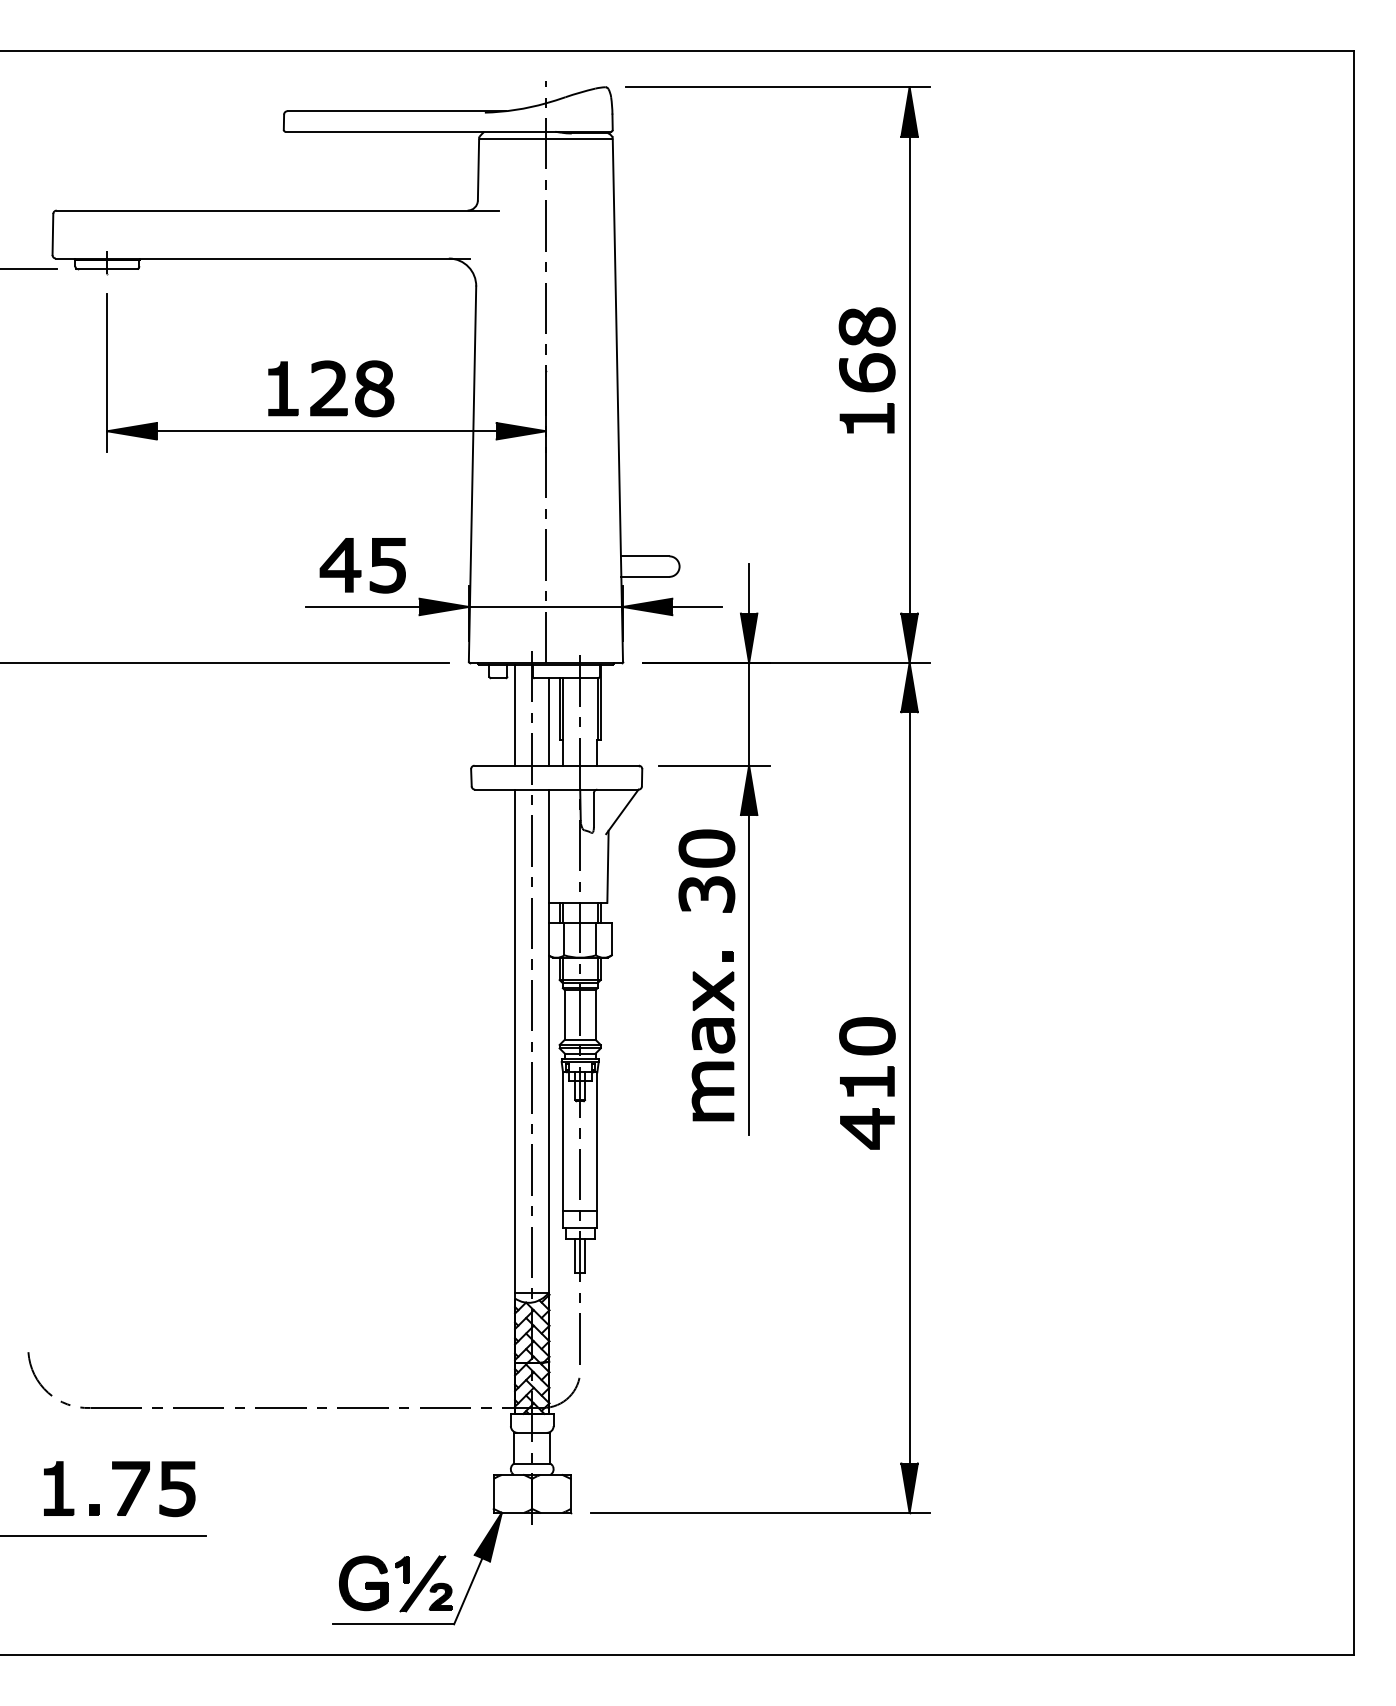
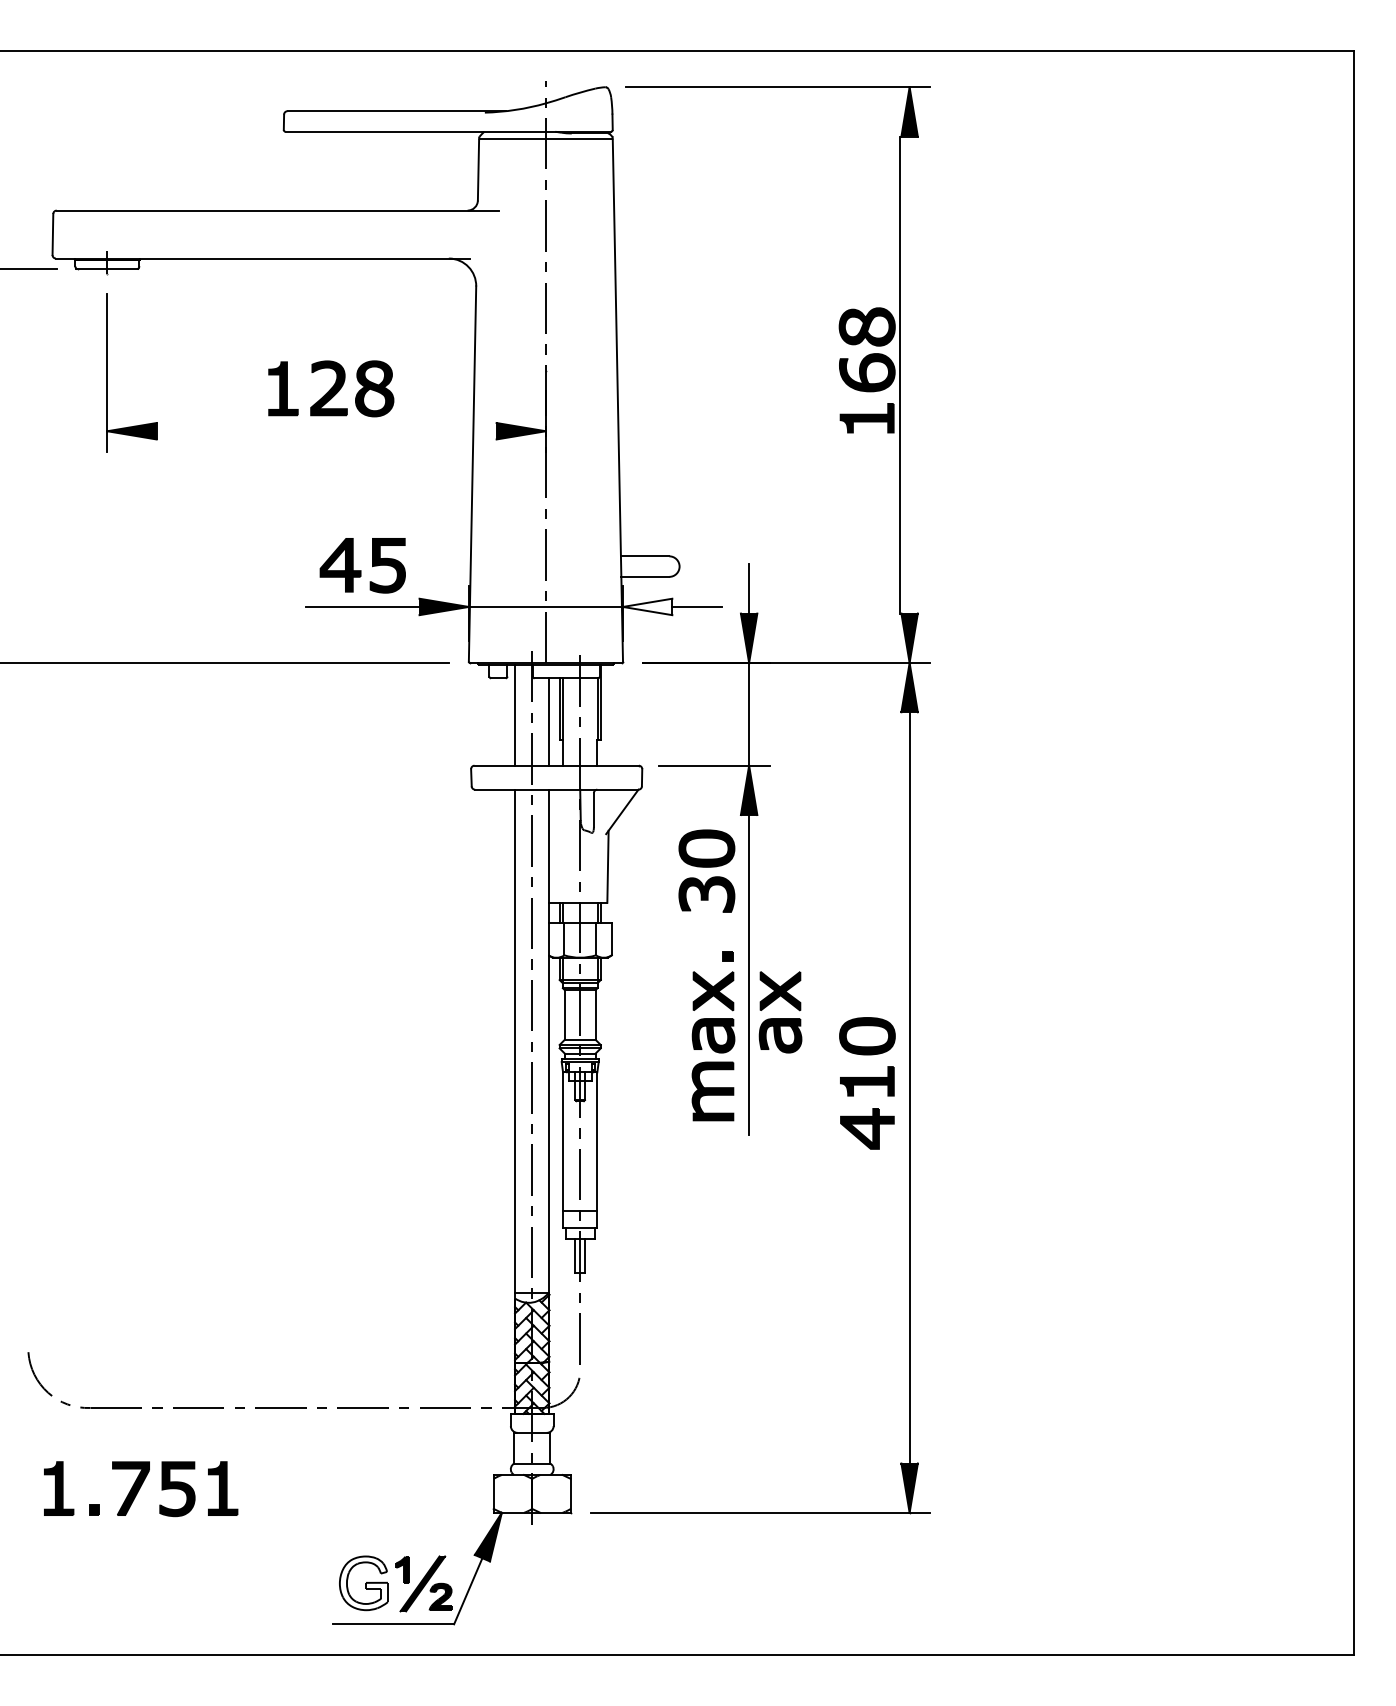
line at (909, 374) position: (909, 374) -> (899, 374)
line at (326, 431): present -> none
fill at (647, 606): present -> none
part at (780, 1012): none -> present
part at (223, 1488): none -> present
line at (104, 1536): present -> none
fill at (363, 1583): present -> none
